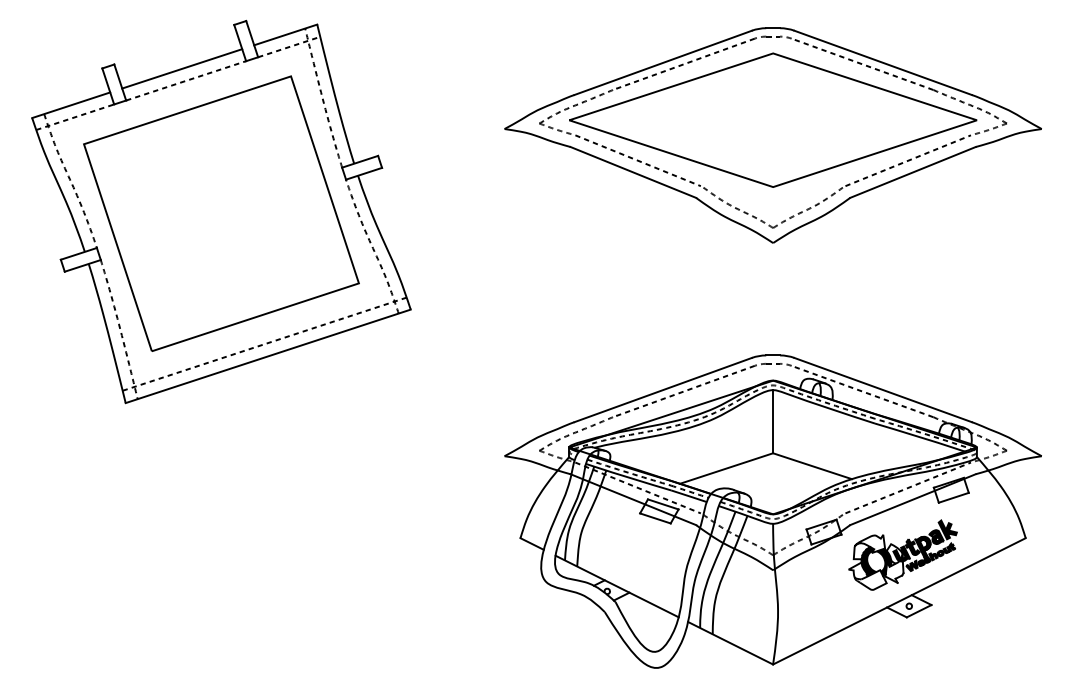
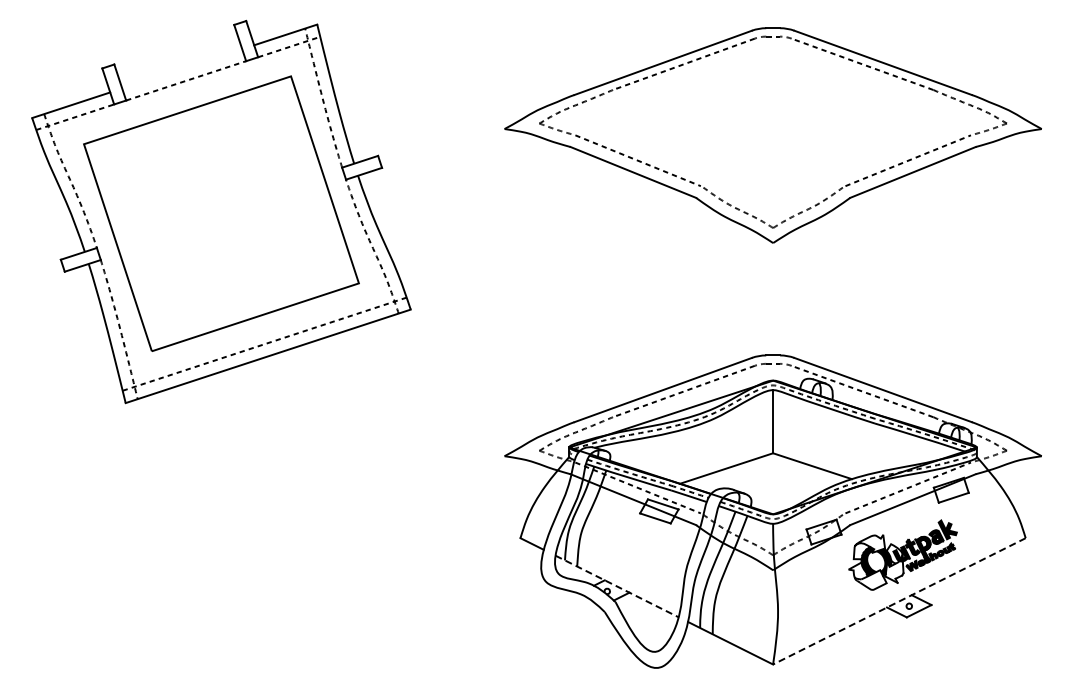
line at (182, 68): present -> none
part at (773, 119): present -> none
line at (617, 586): solid -> dashed
line at (898, 601): solid -> dashed
